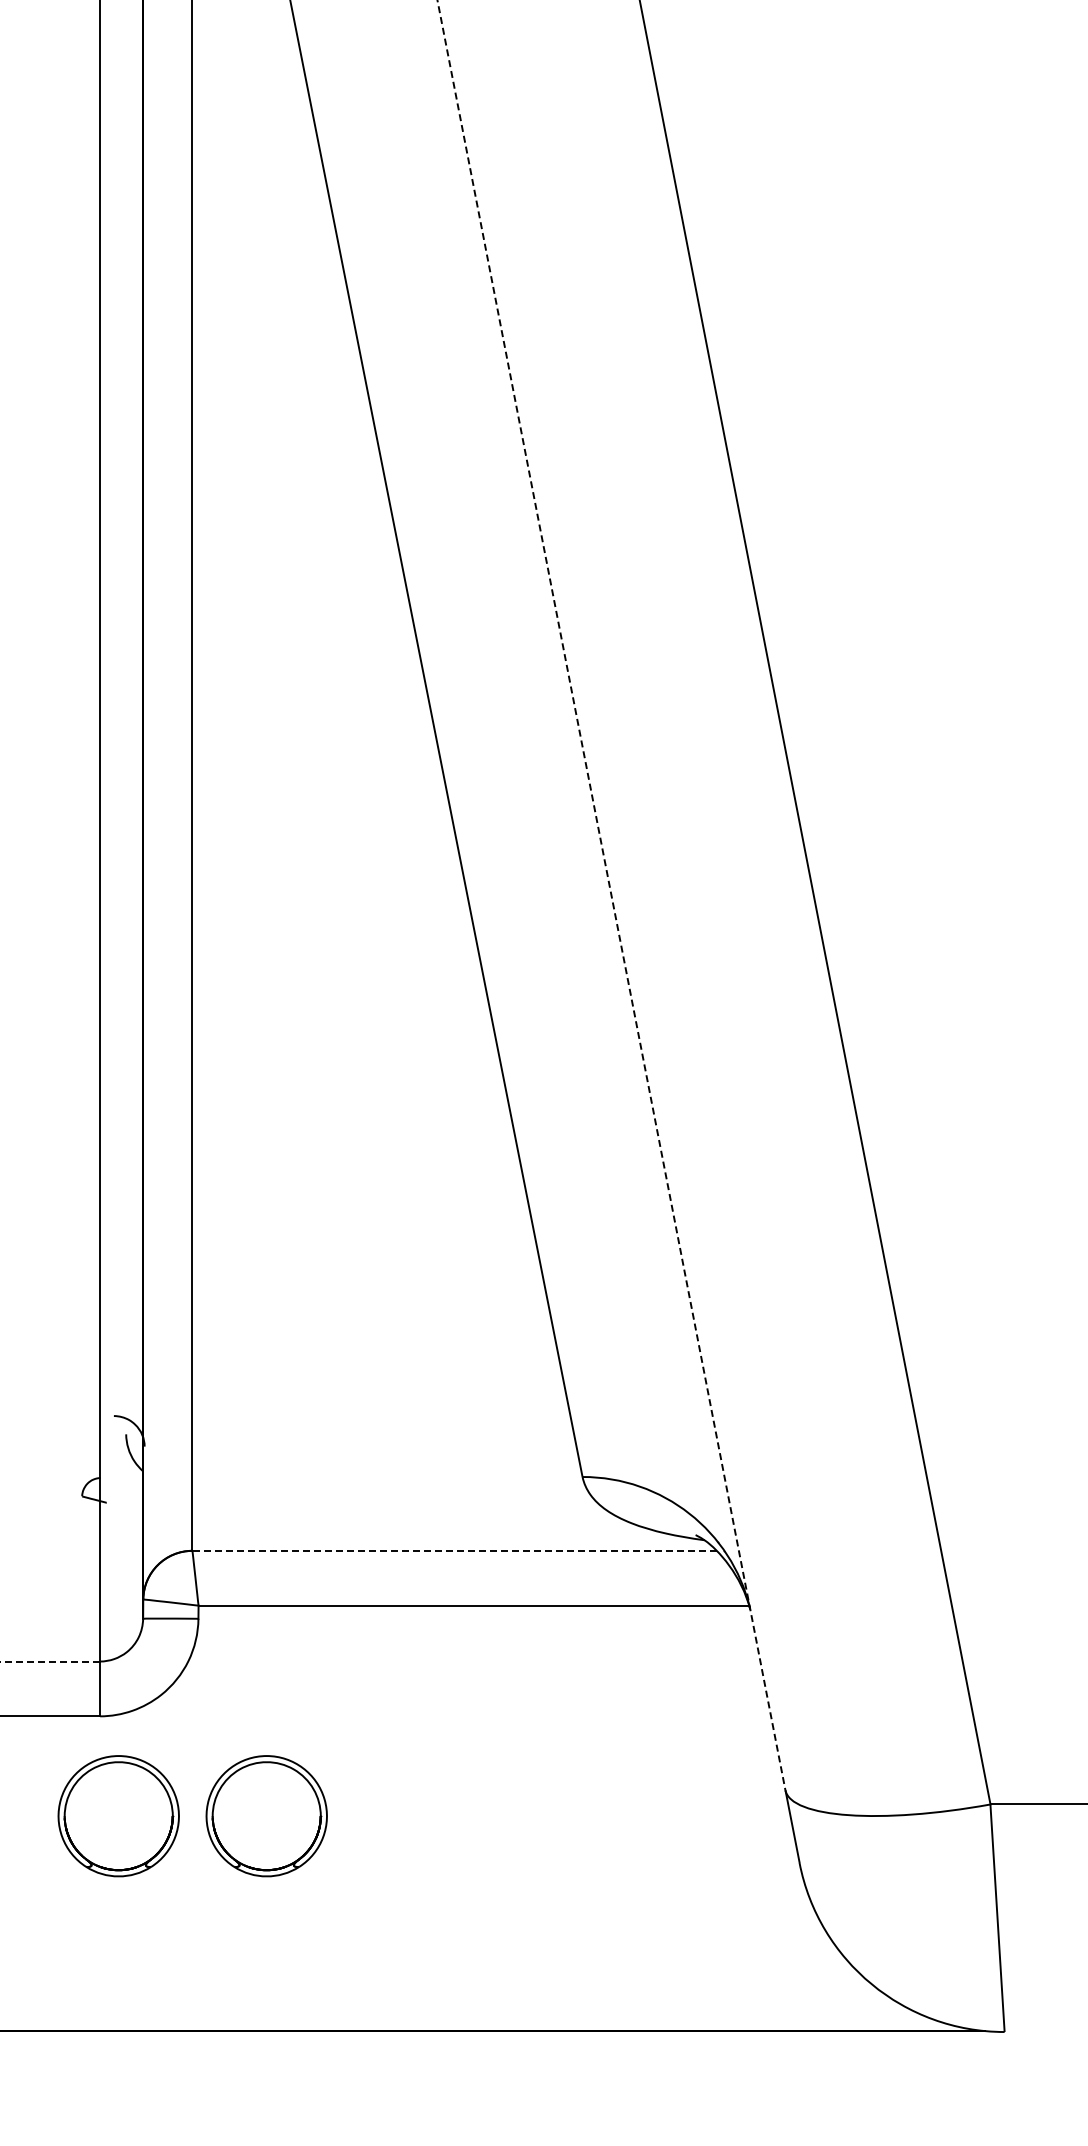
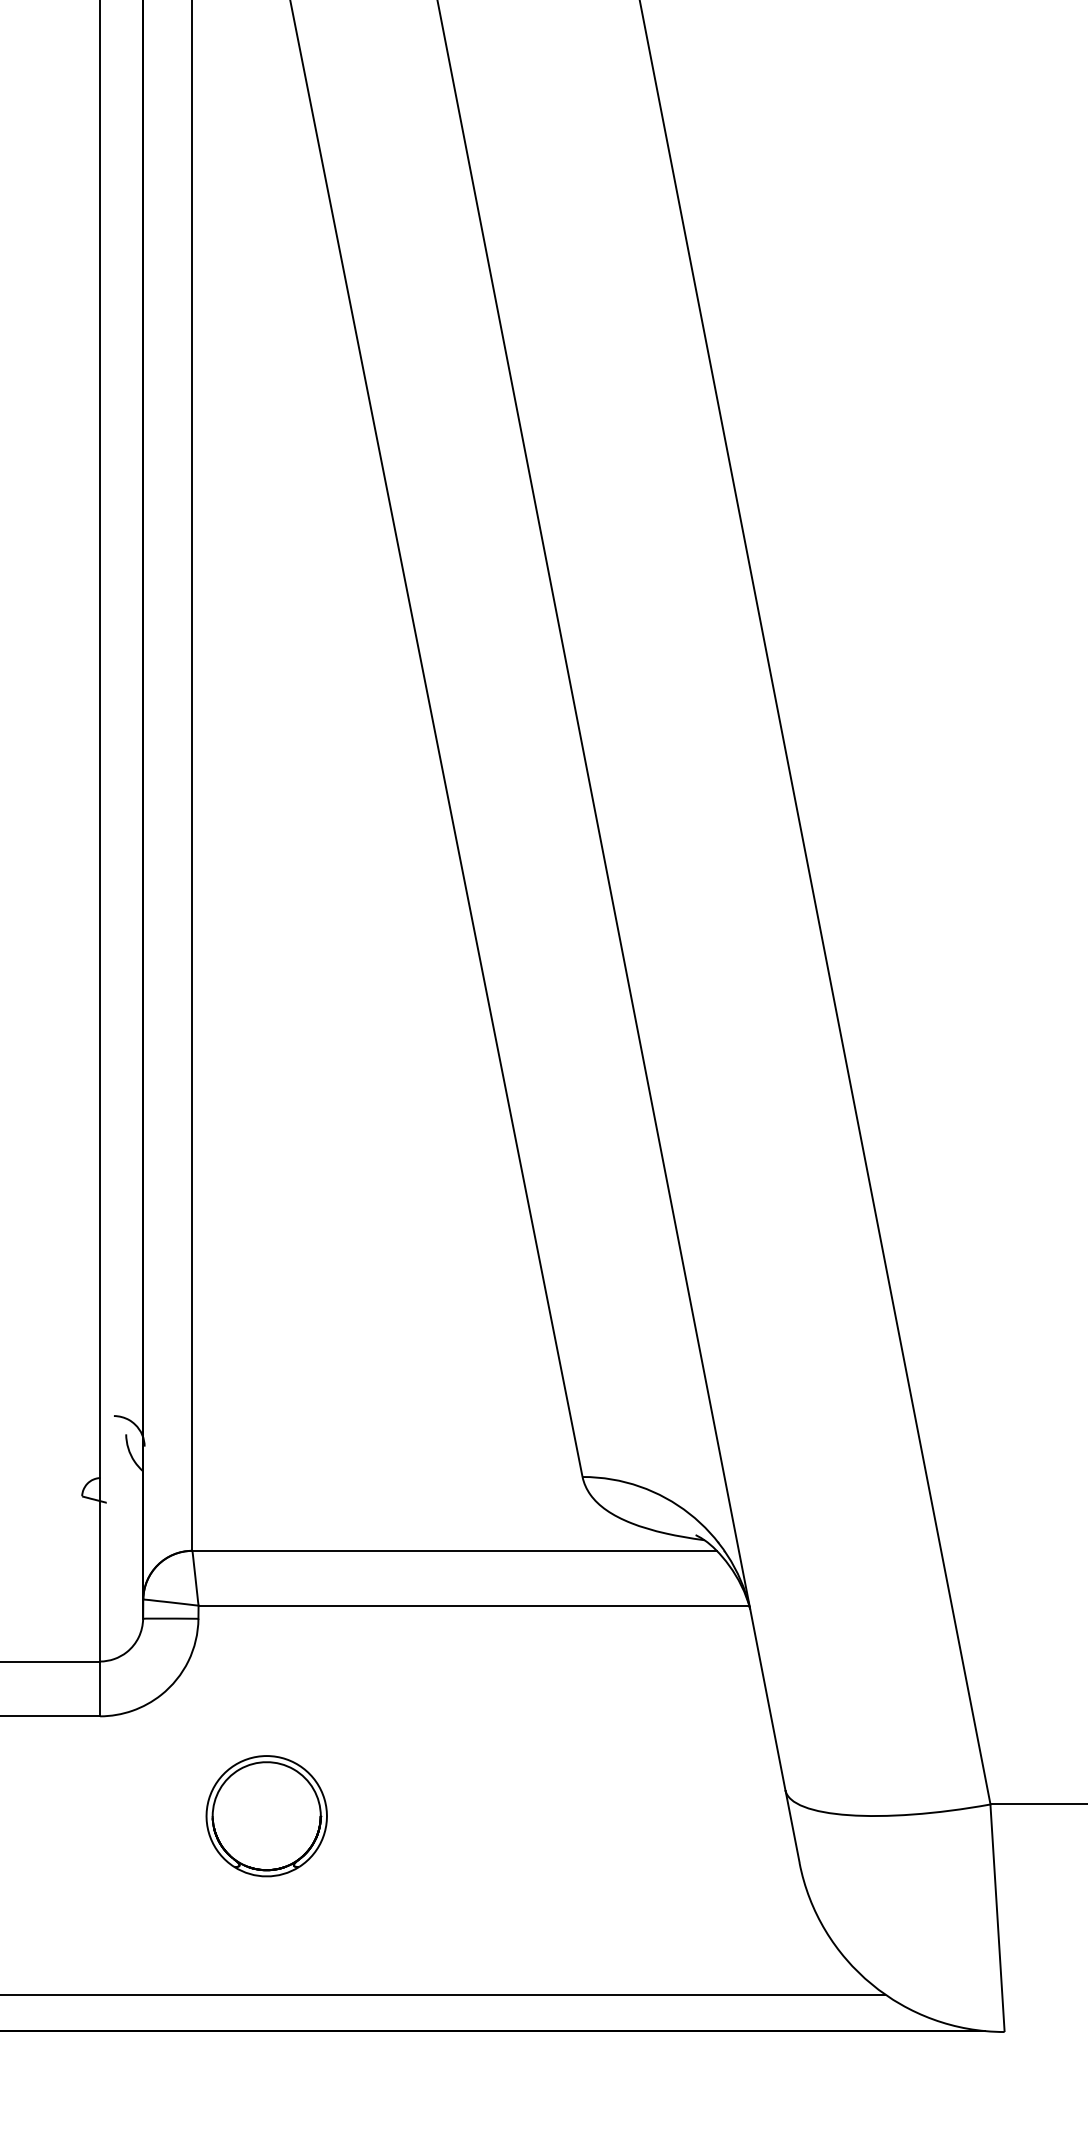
line at (611, 895): dashed -> solid
line at (454, 1550): dashed -> solid
line at (50, 1661): dashed -> solid
part at (118, 1816): present -> none
line at (443, 1994): none -> present
